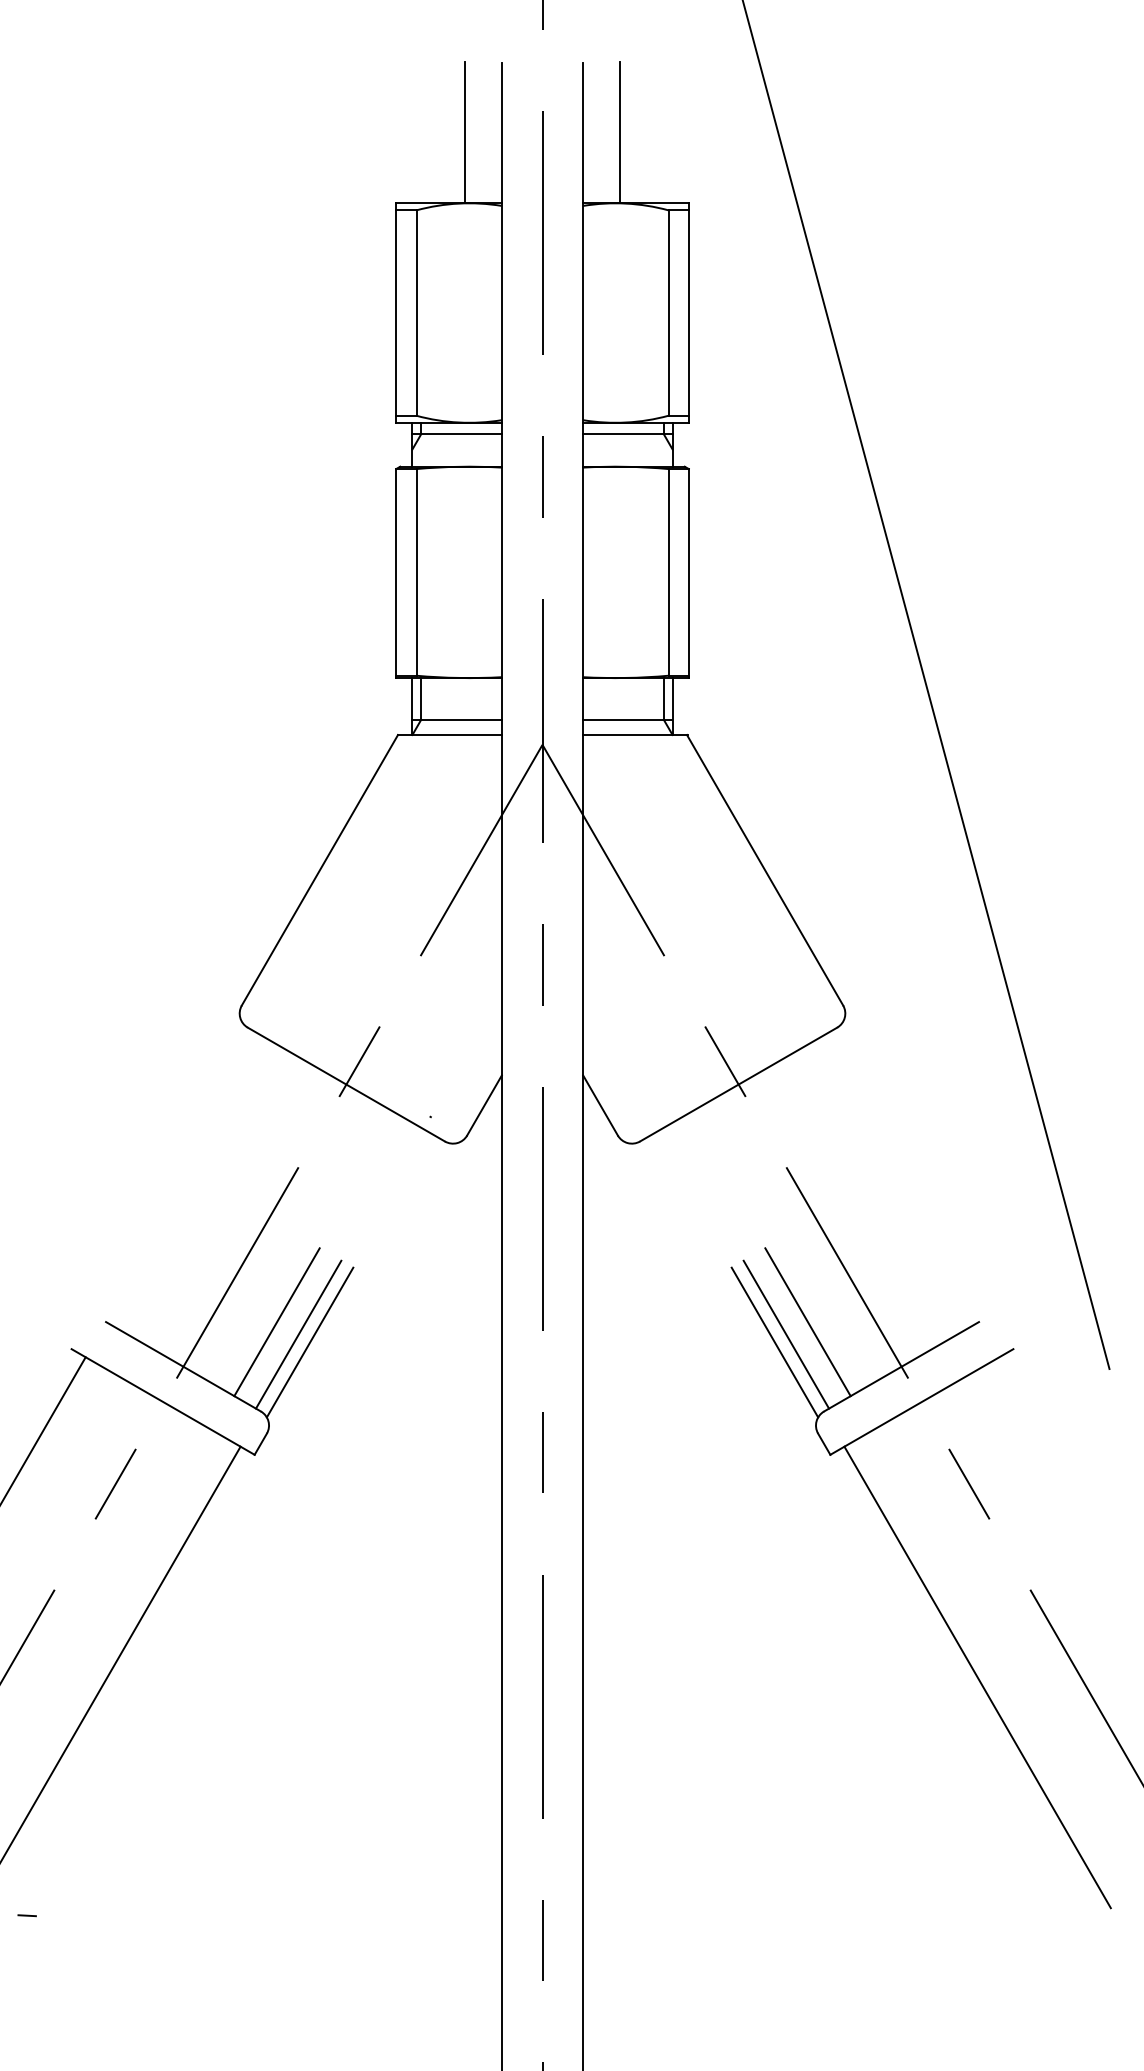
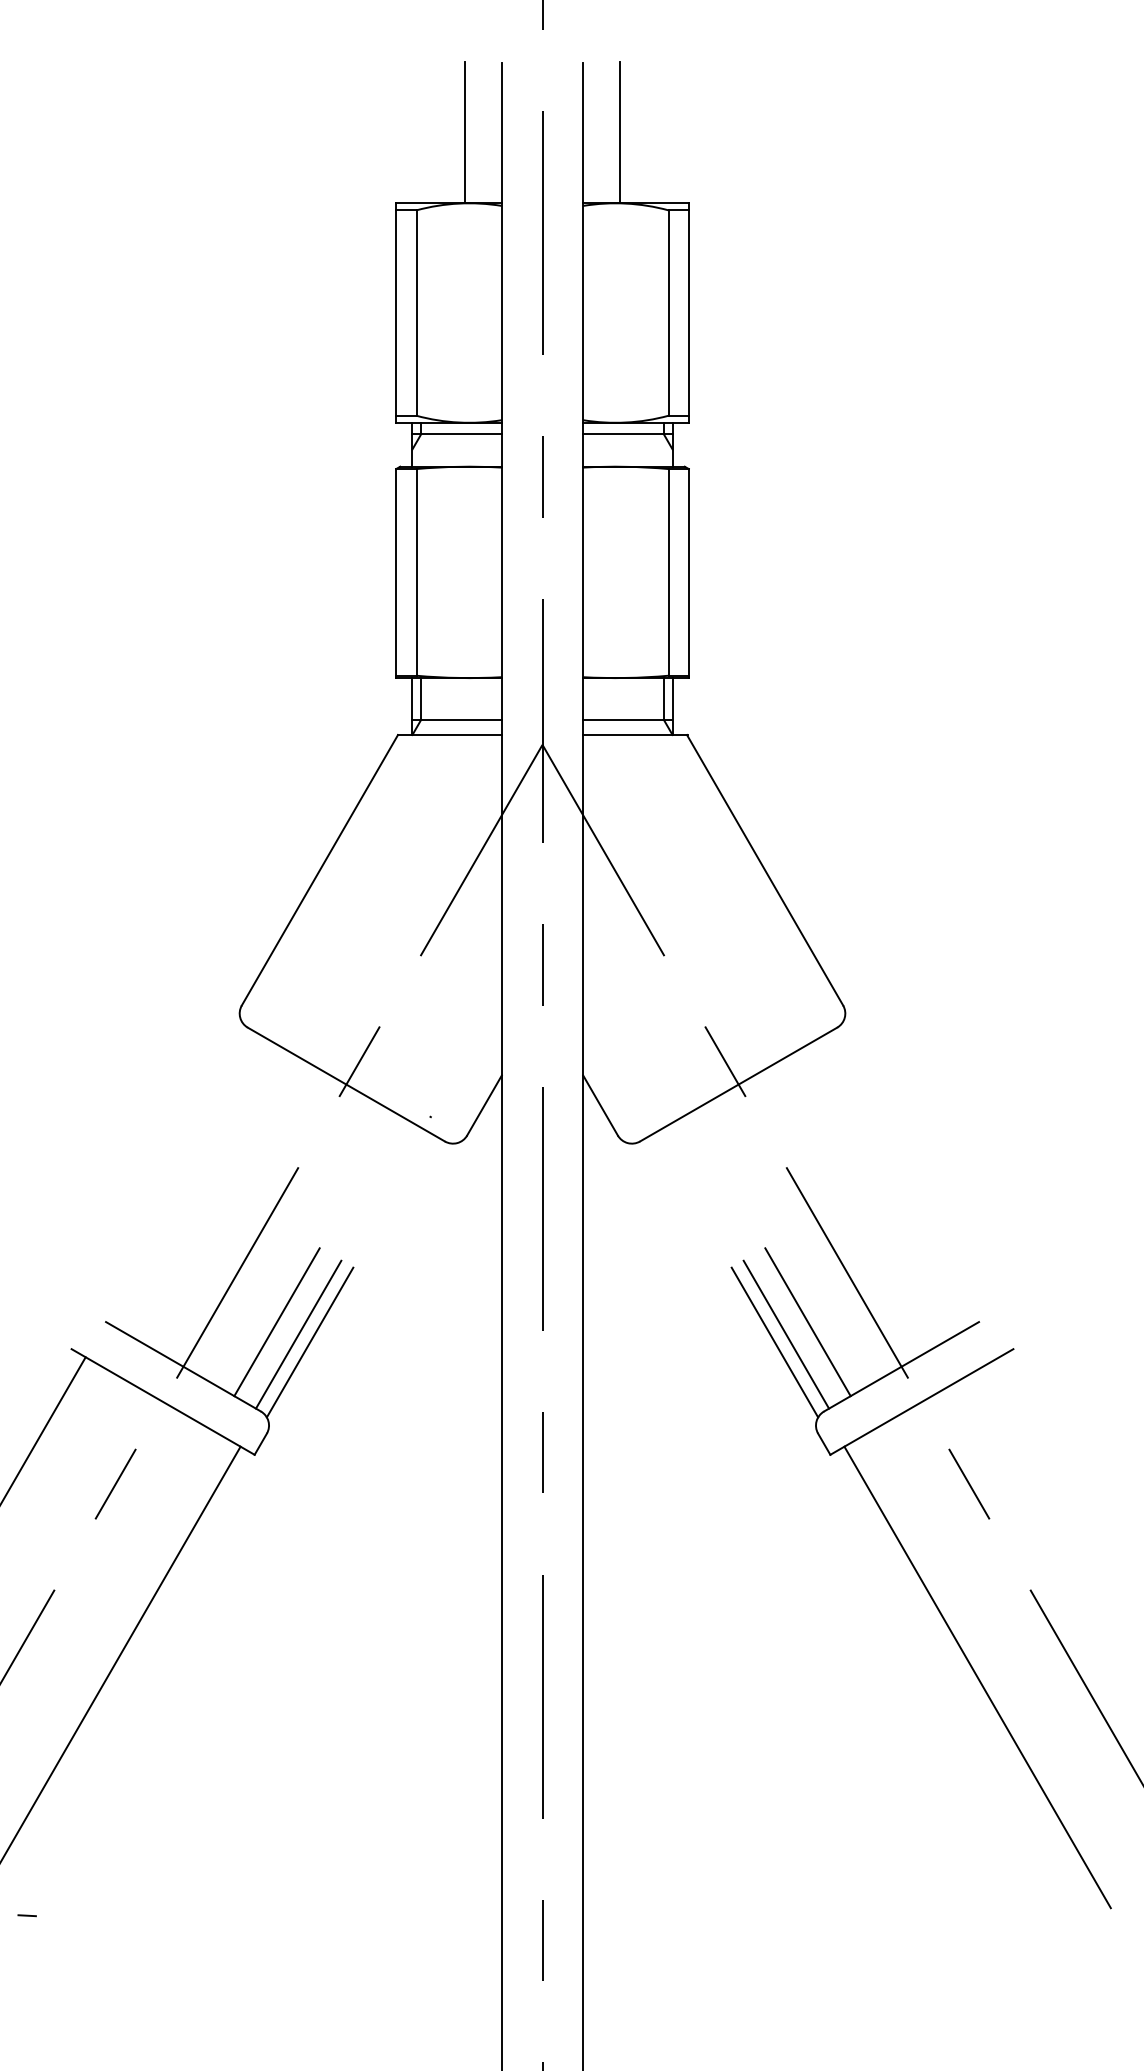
line at (926, 685): present -> none
